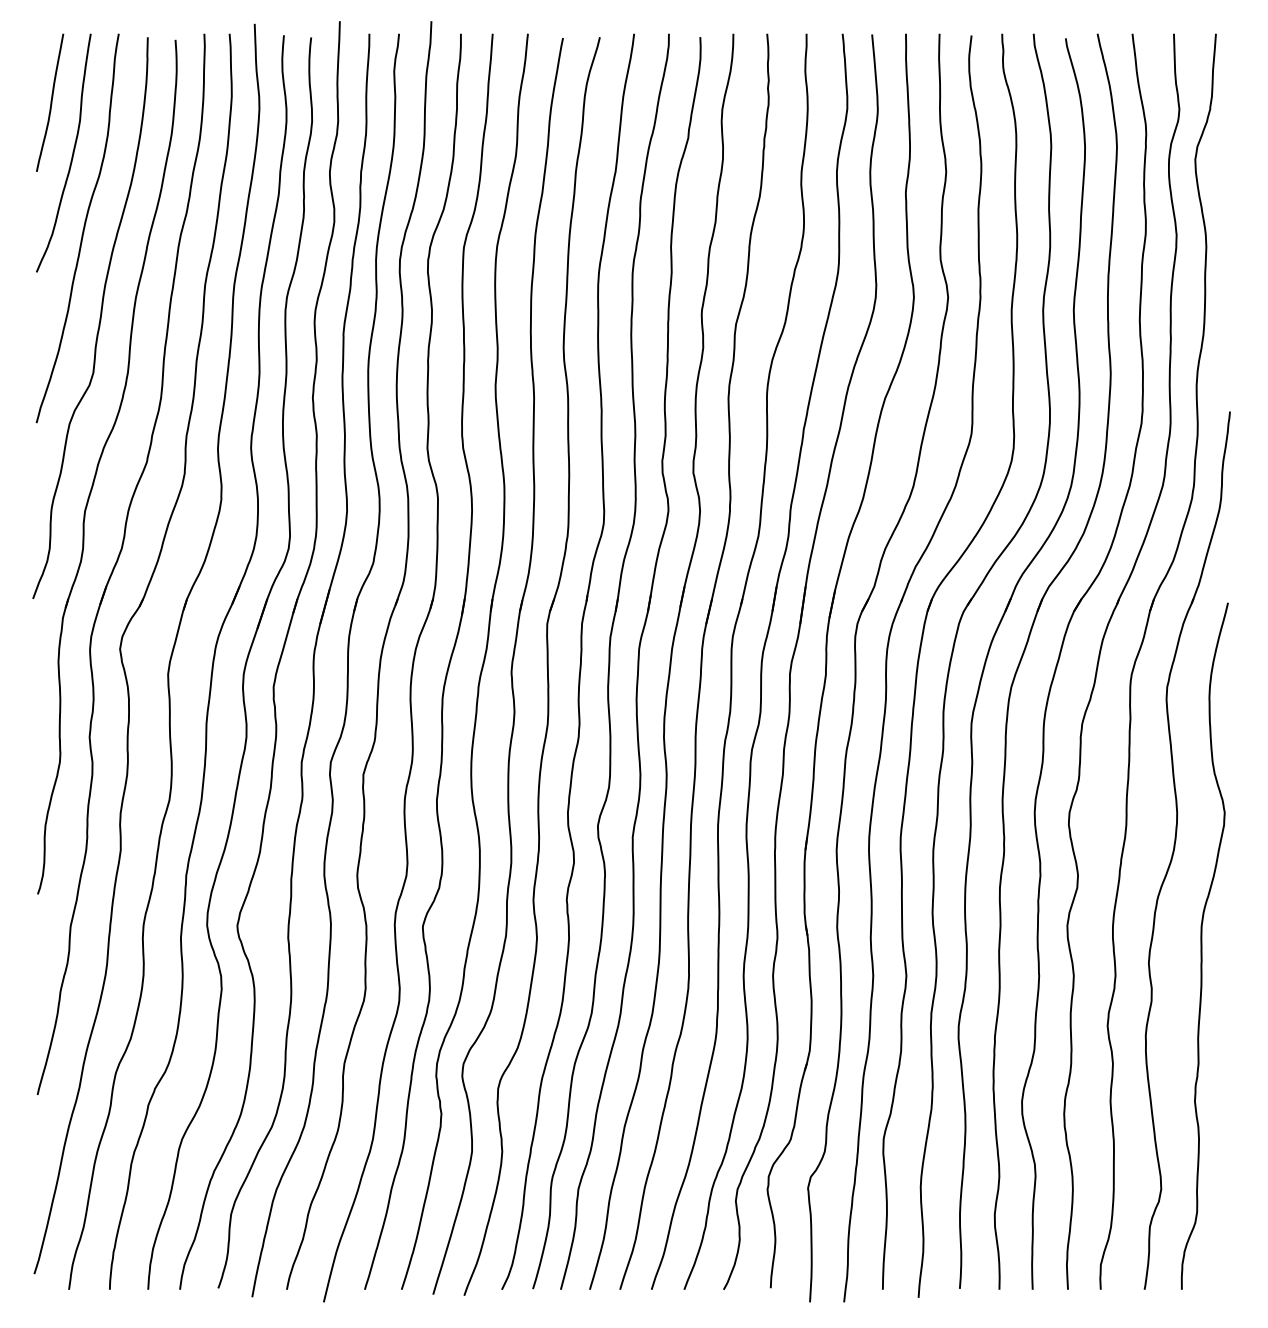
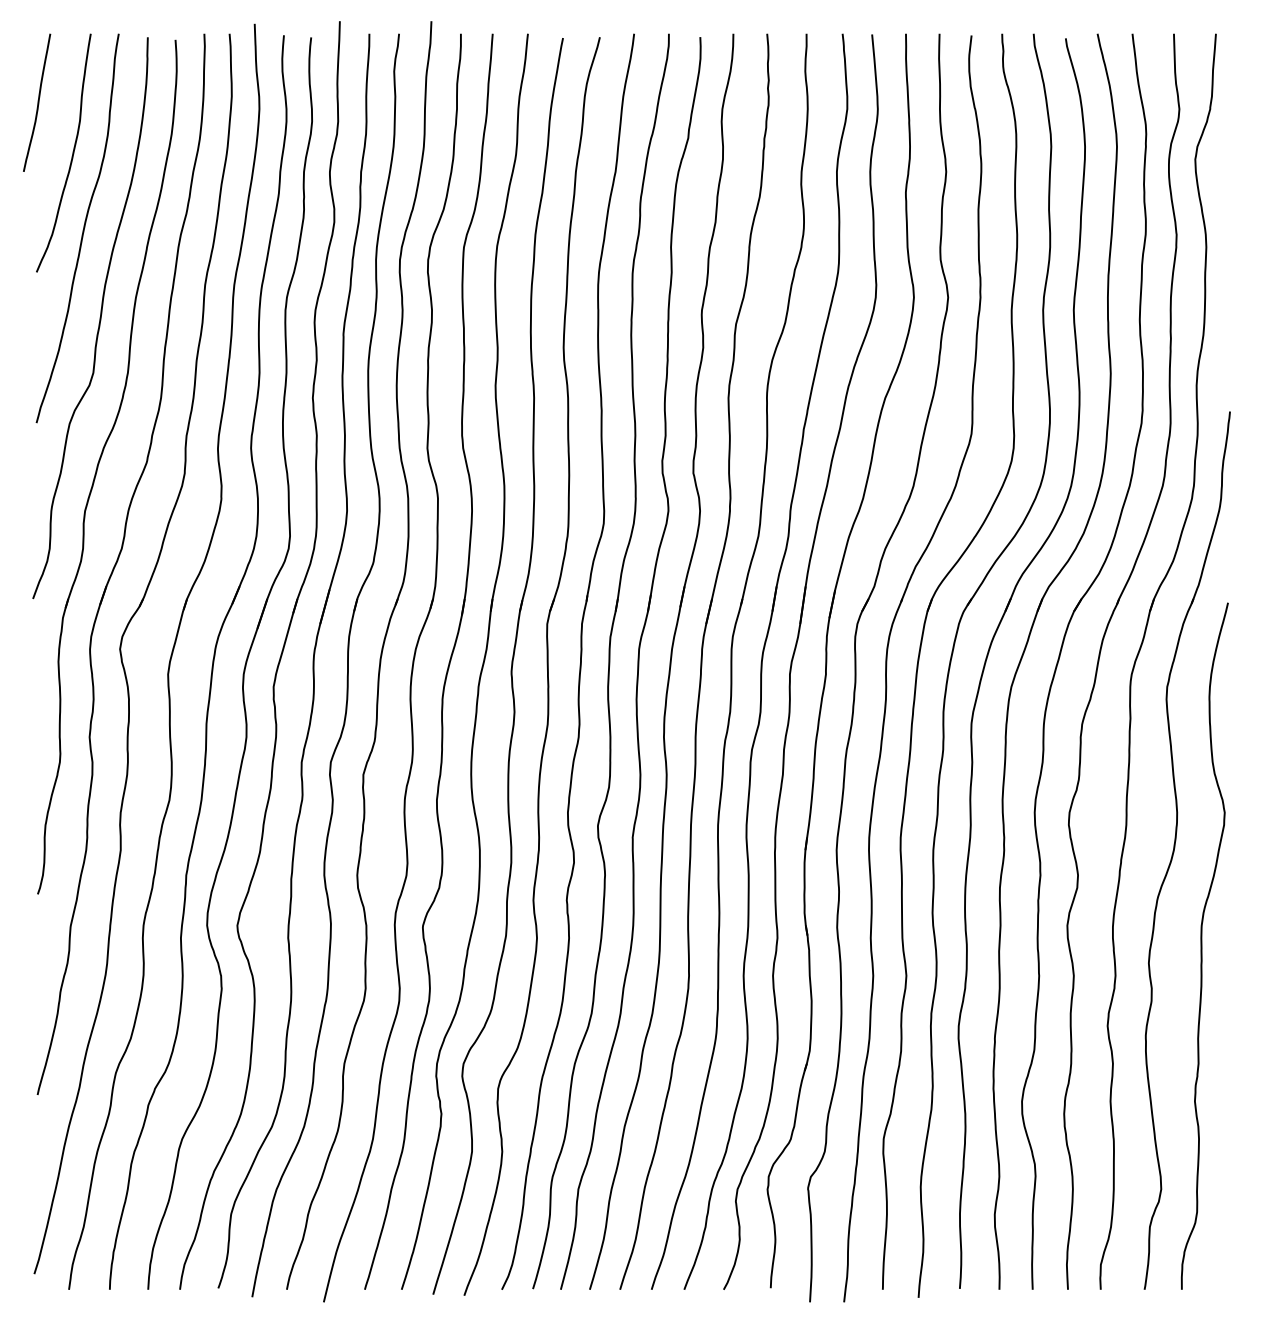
curve at (50, 102) position: (50, 102) -> (37, 102)
